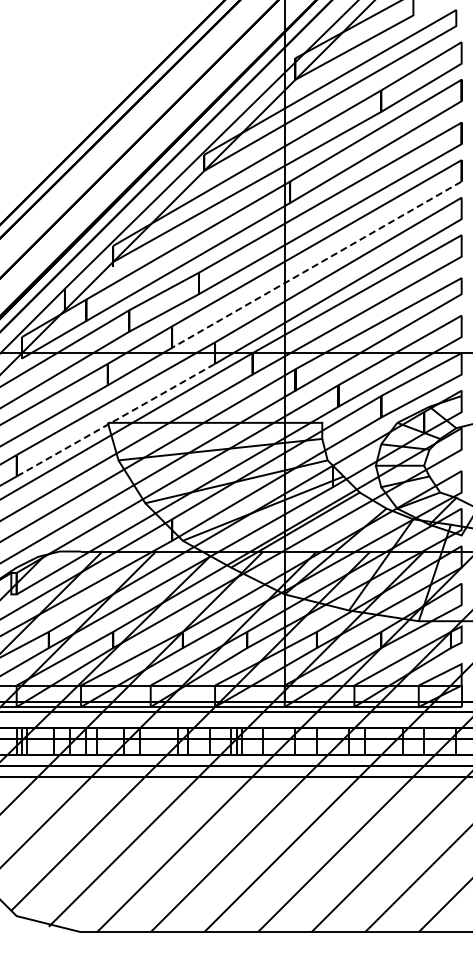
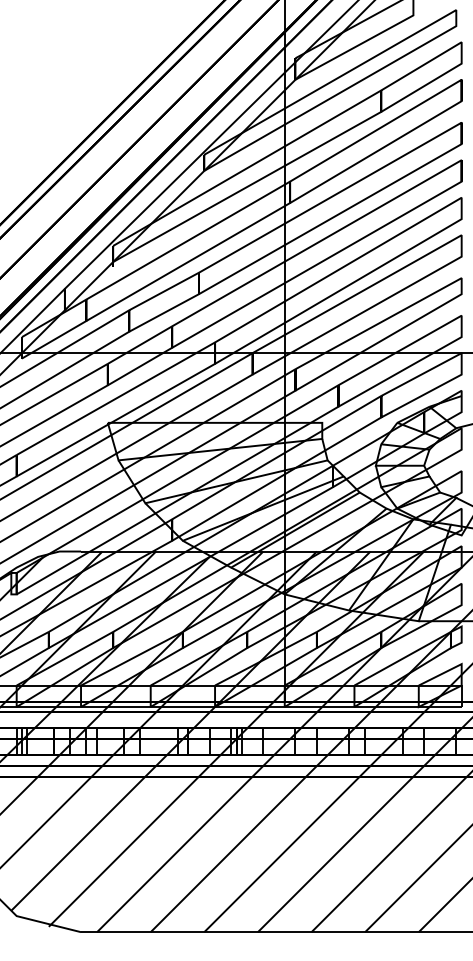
line at (316, 264): dashed -> solid
line at (115, 420): dashed -> solid
